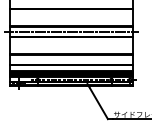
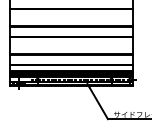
line at (71, 31): present -> none
